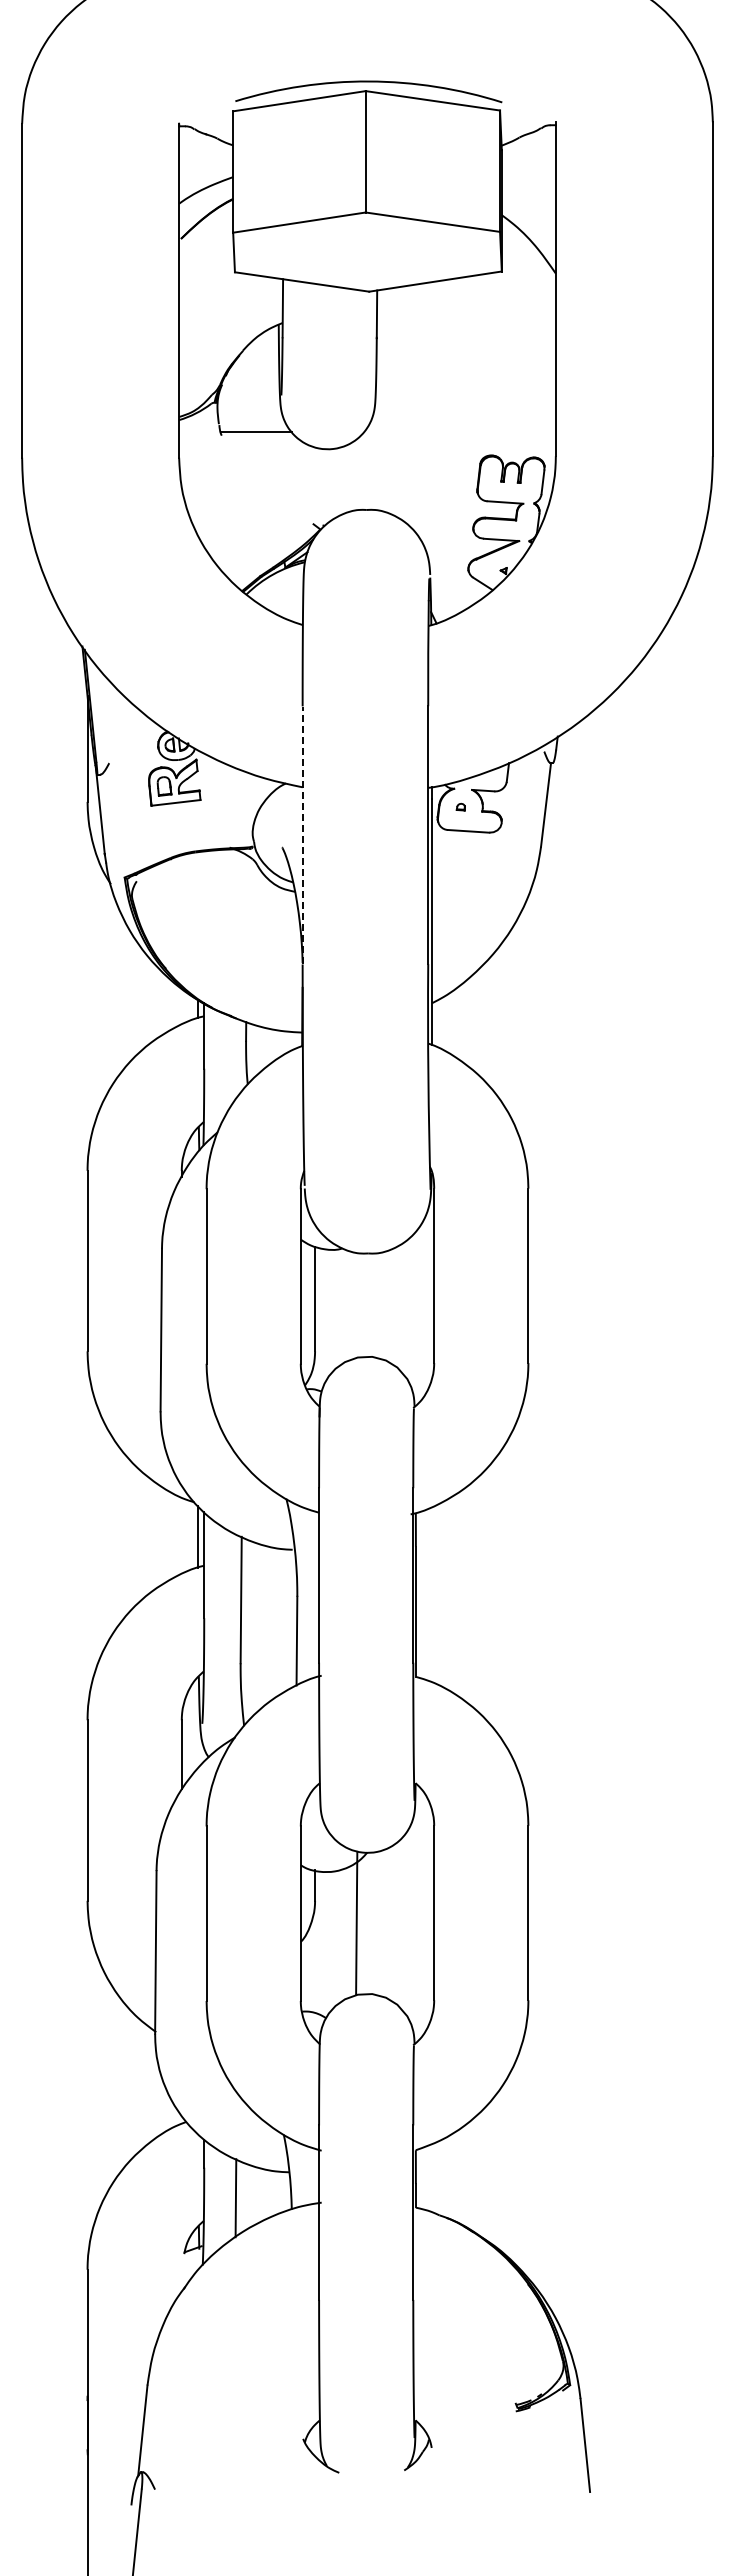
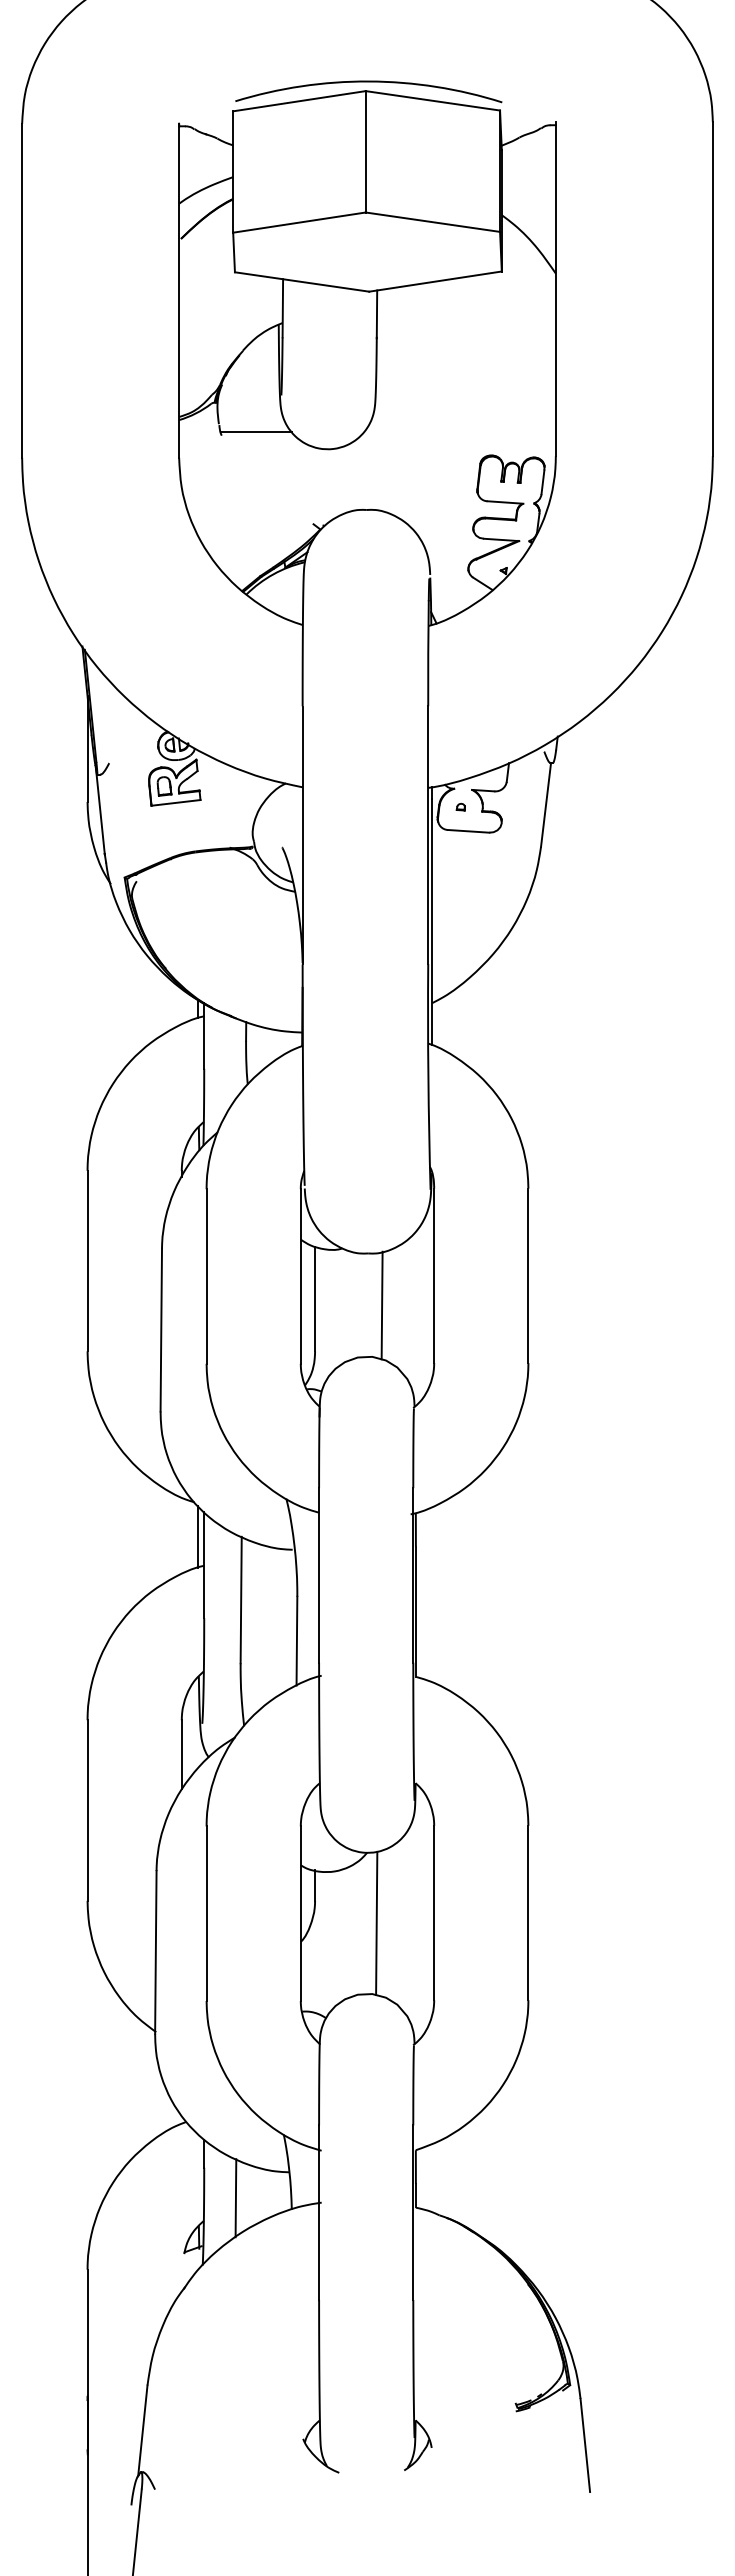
line at (302, 835): dashed -> solid
line at (381, 1305): none -> present
line at (356, 1923) position: (356, 1923) -> (376, 1923)
